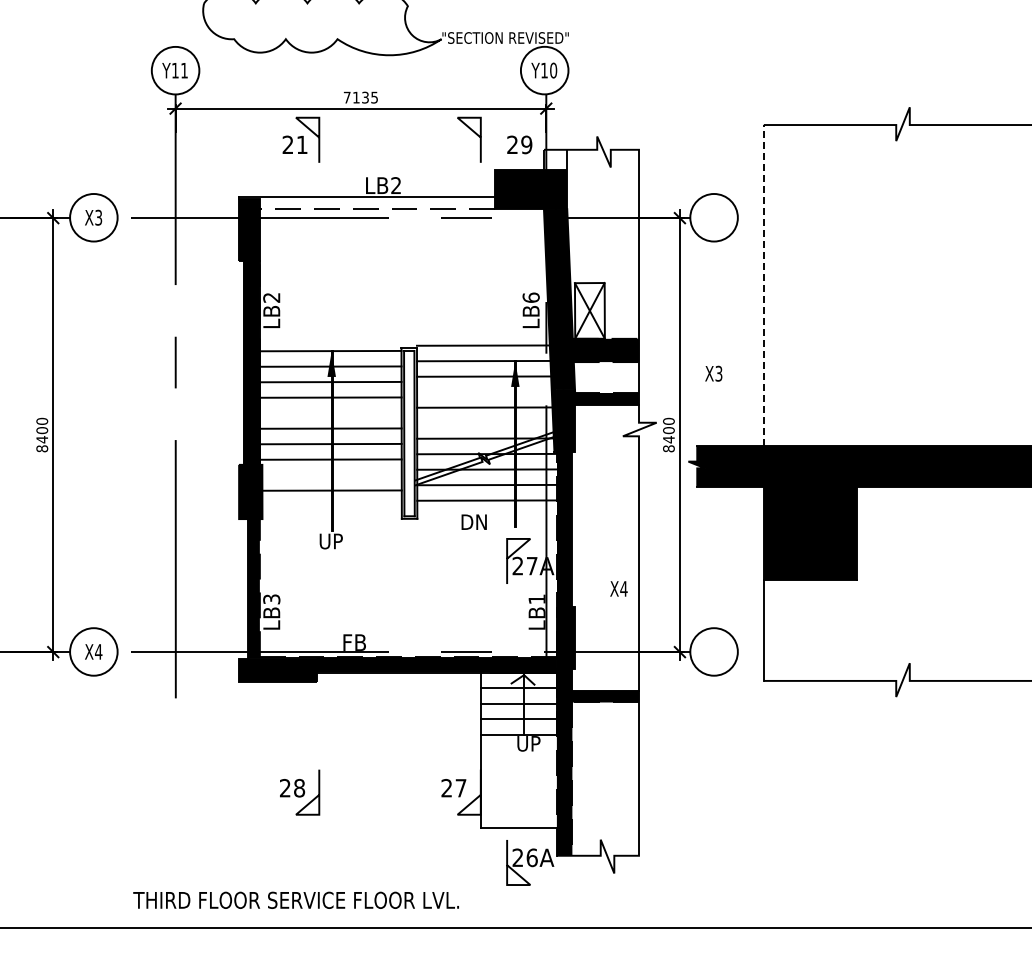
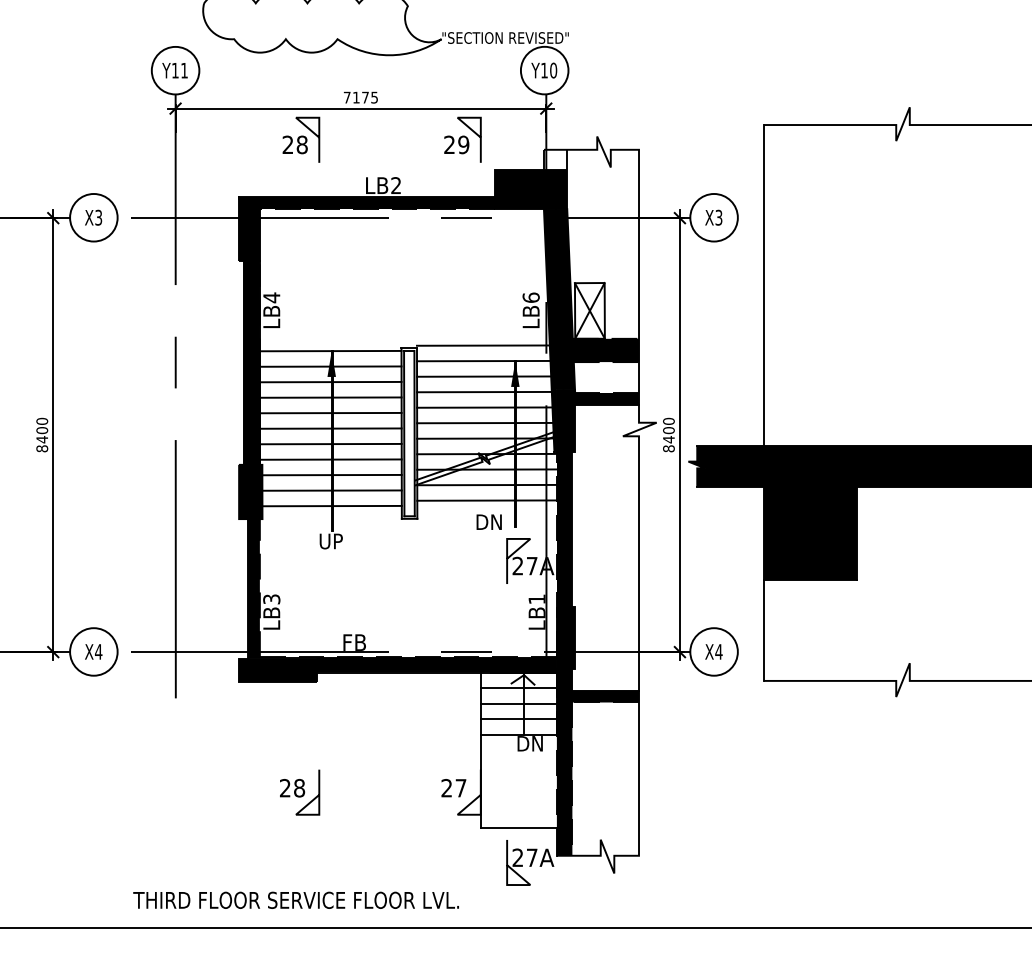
text at (365, 97): 7135 -> 7175
text at (301, 144): 21 -> 28
text at (519, 144) position: (519, 144) -> (456, 144)
fill at (366, 203): none -> present
line at (763, 284): dashed -> solid
text at (271, 297): LB2 -> LB4
text at (713, 373) position: (713, 373) -> (713, 217)
line at (484, 391): none -> present
line at (330, 412): none -> present
line at (485, 422): none -> present
line at (331, 474): none -> present
line at (331, 505): none -> present
text at (473, 521) position: (473, 521) -> (488, 521)
text at (618, 588) position: (618, 588) -> (713, 651)
text at (529, 743): UP -> DN
text at (531, 857): 26A -> 27A
